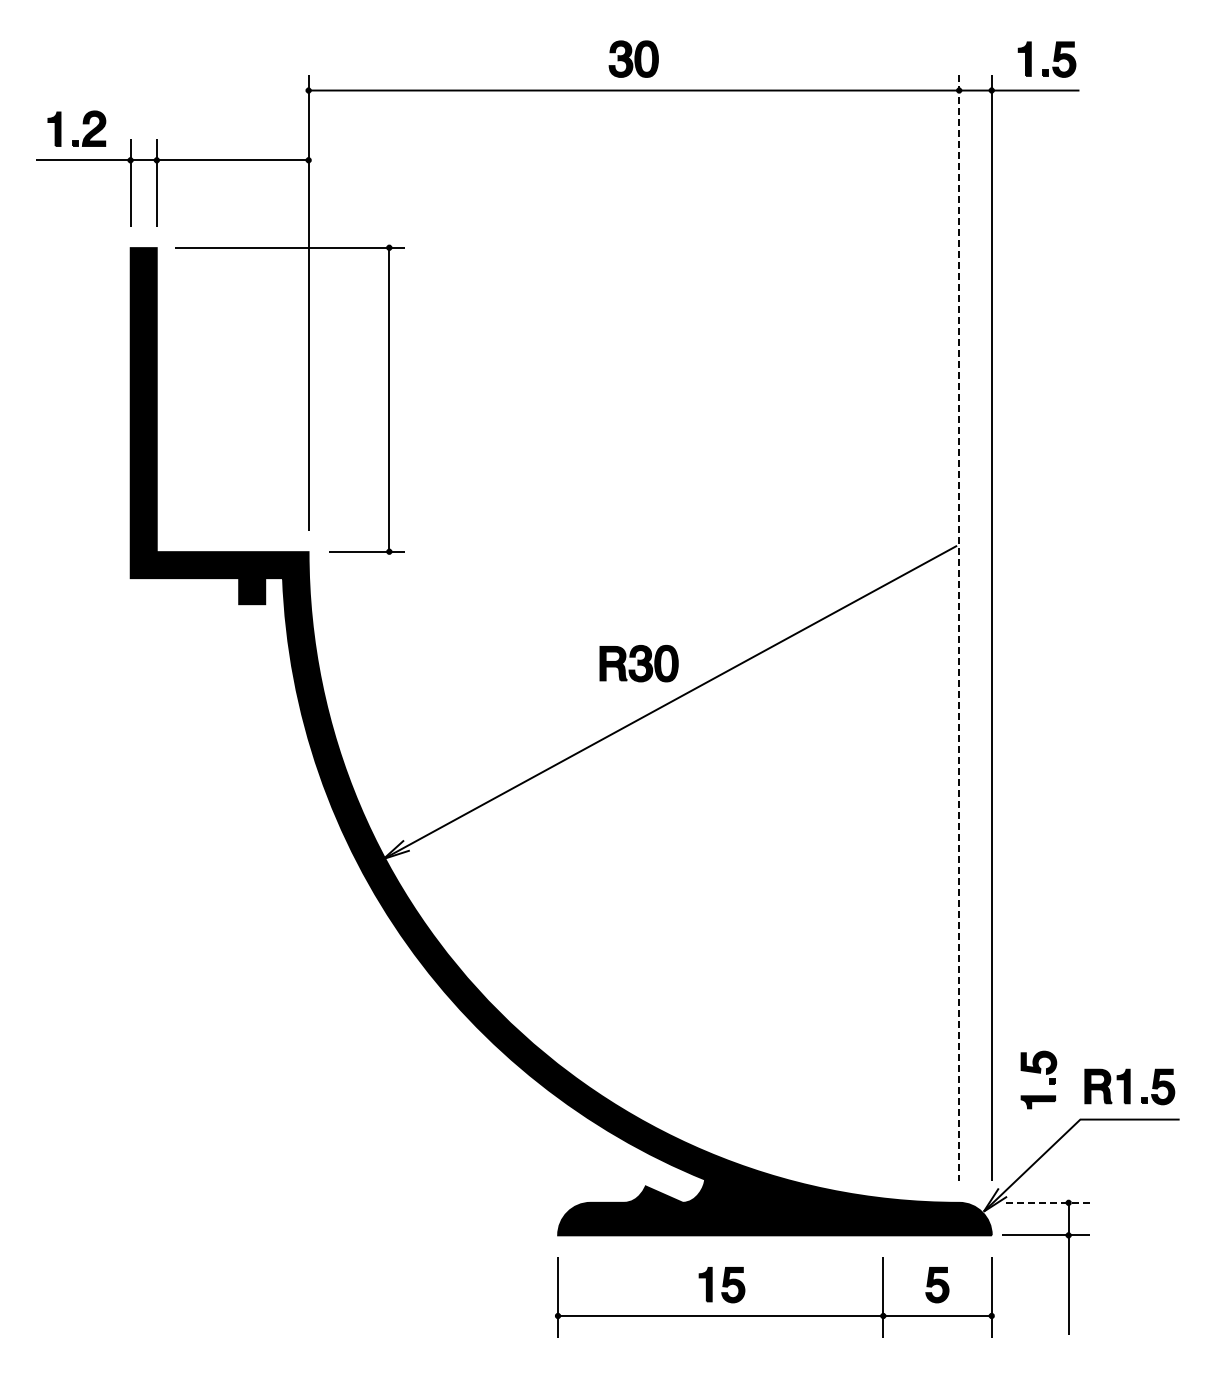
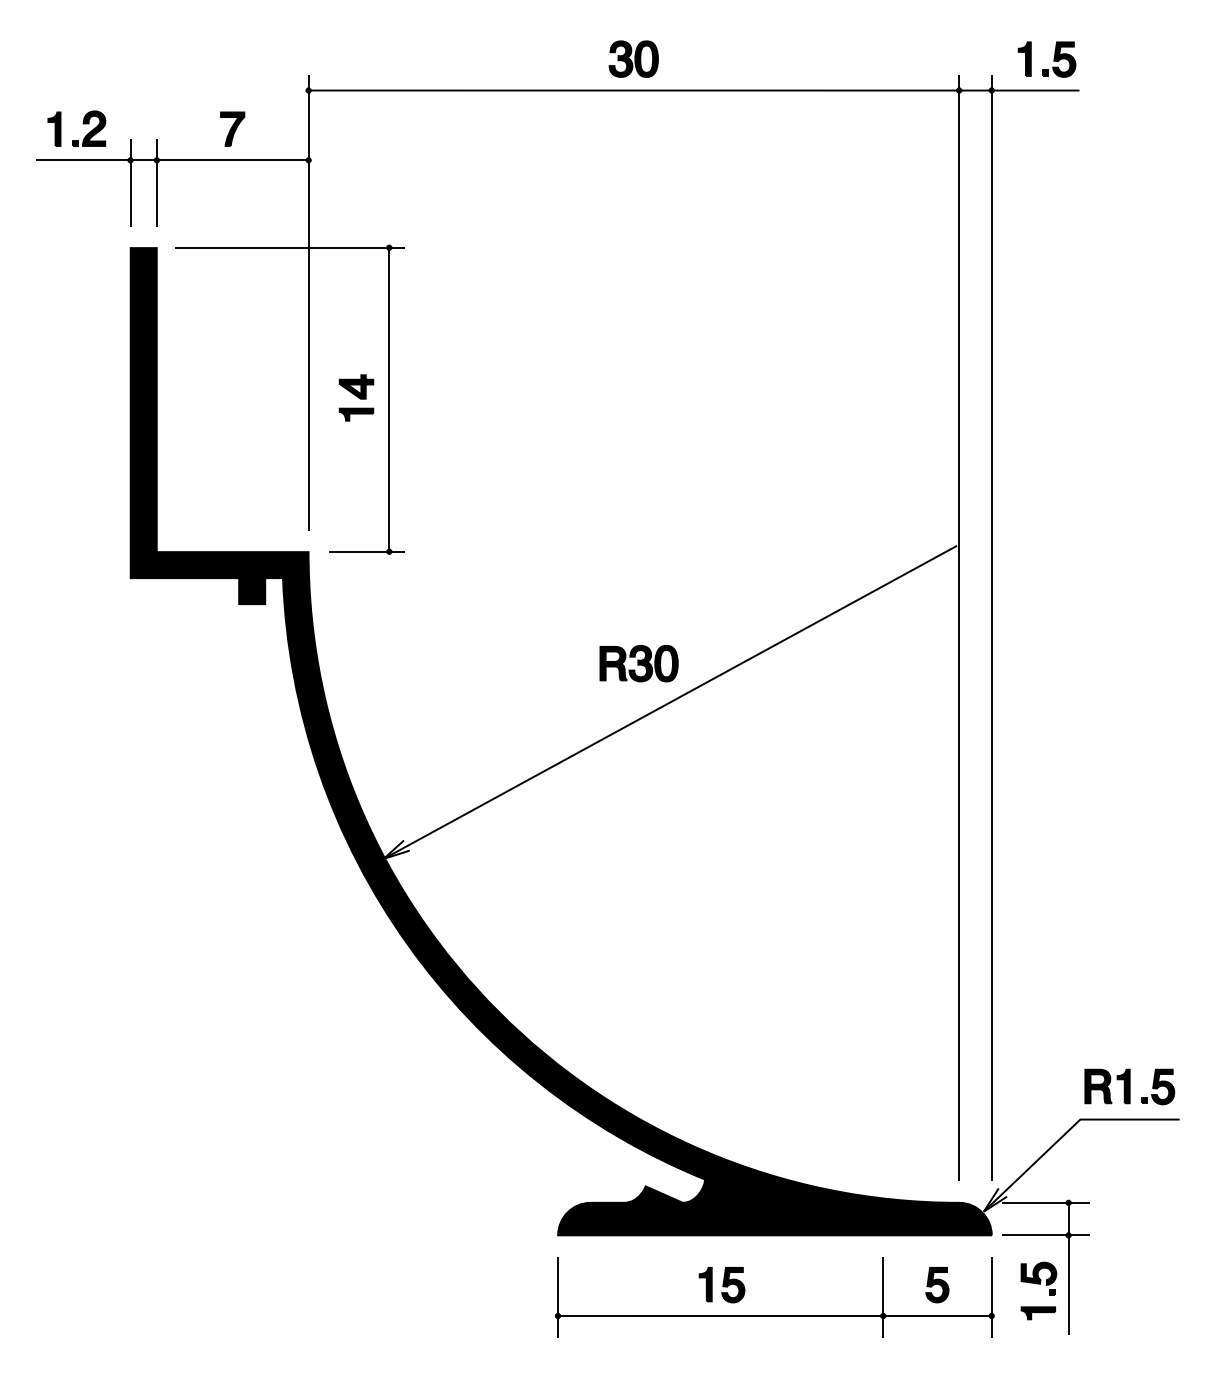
part at (232, 128): none -> present
part at (356, 397): none -> present
line at (959, 628): dashed -> solid
part at (1038, 1079) position: (1038, 1079) -> (1038, 1290)
line at (1045, 1202): dashed -> solid
